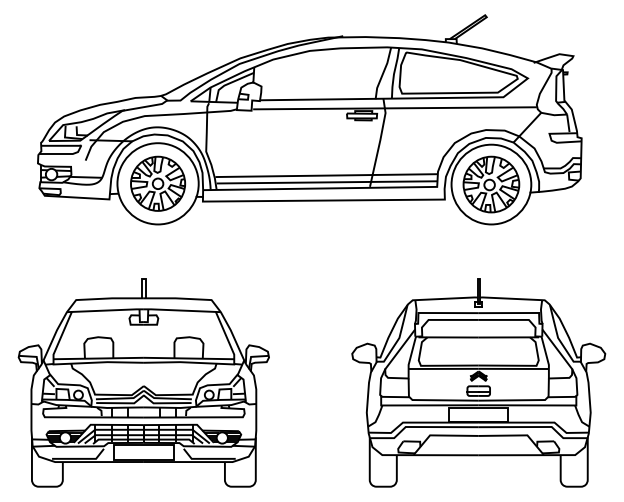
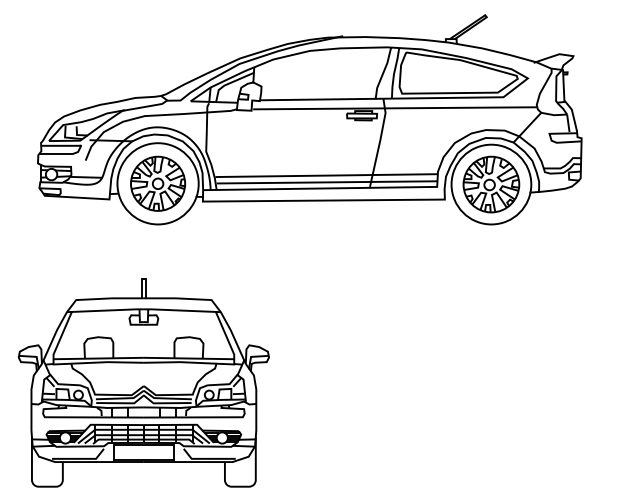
part at (478, 382): present -> none
